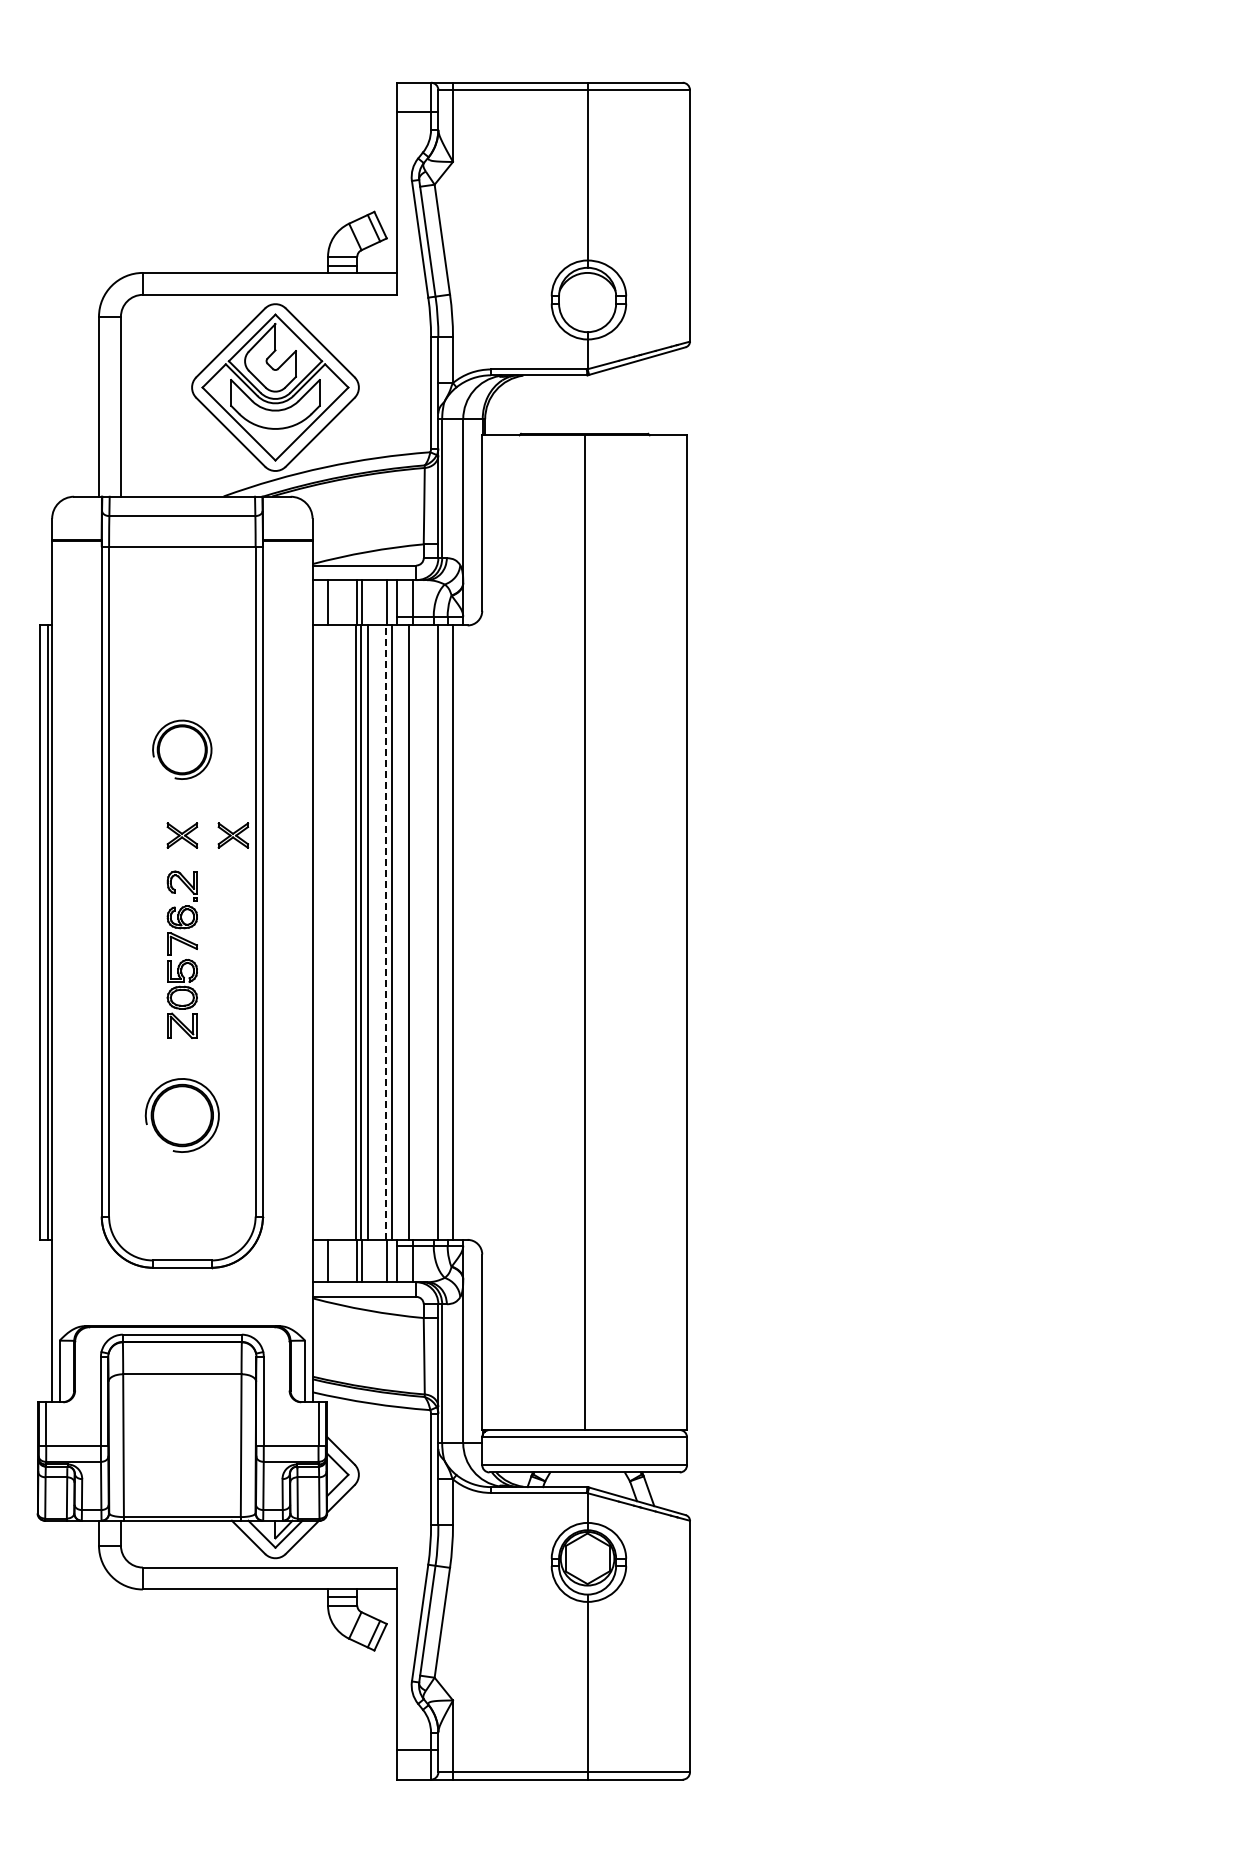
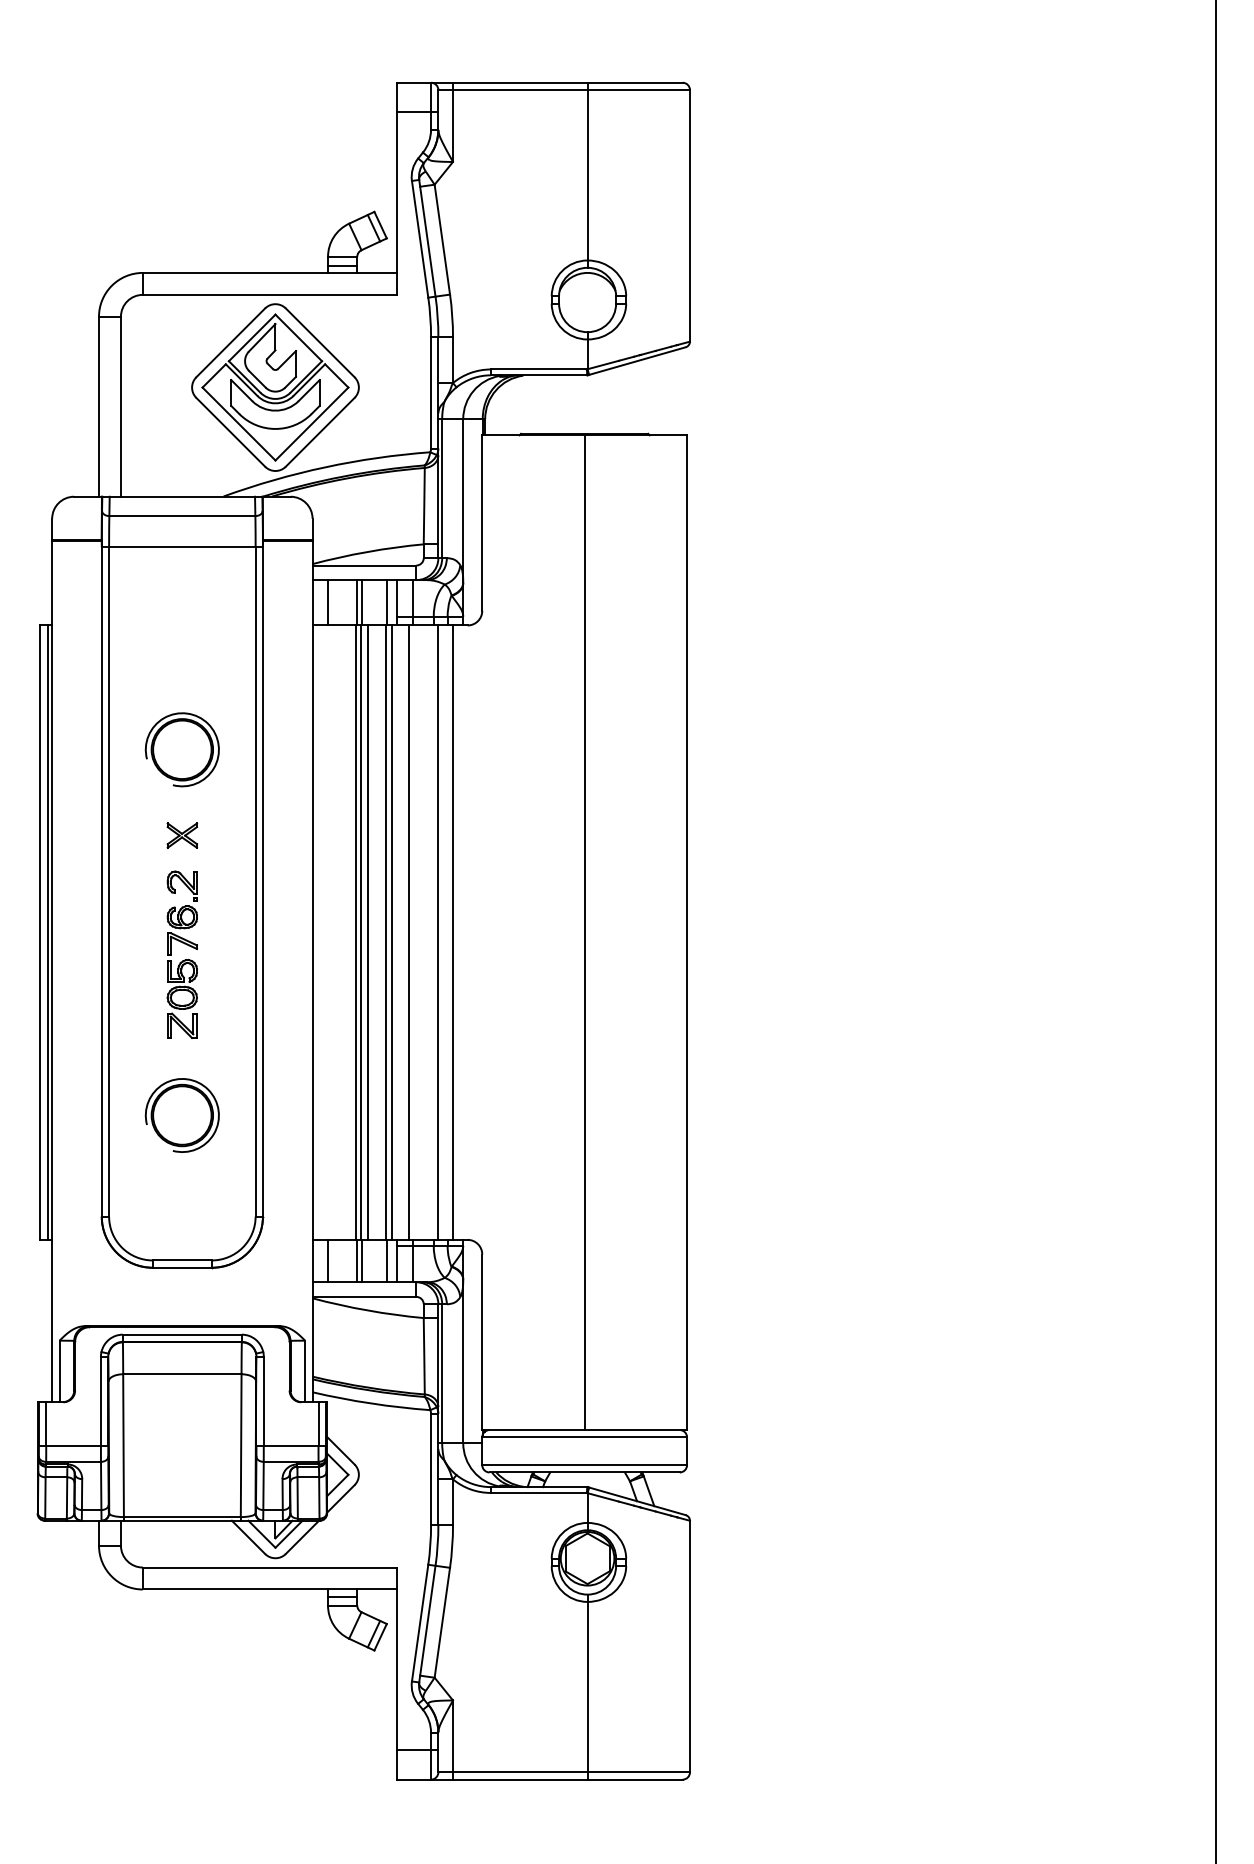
part at (182, 749) size: 61x61 px -> 76x76 px
part at (233, 835): present -> none
line at (1216, 931): none -> present
line at (385, 932): dashed -> solid
